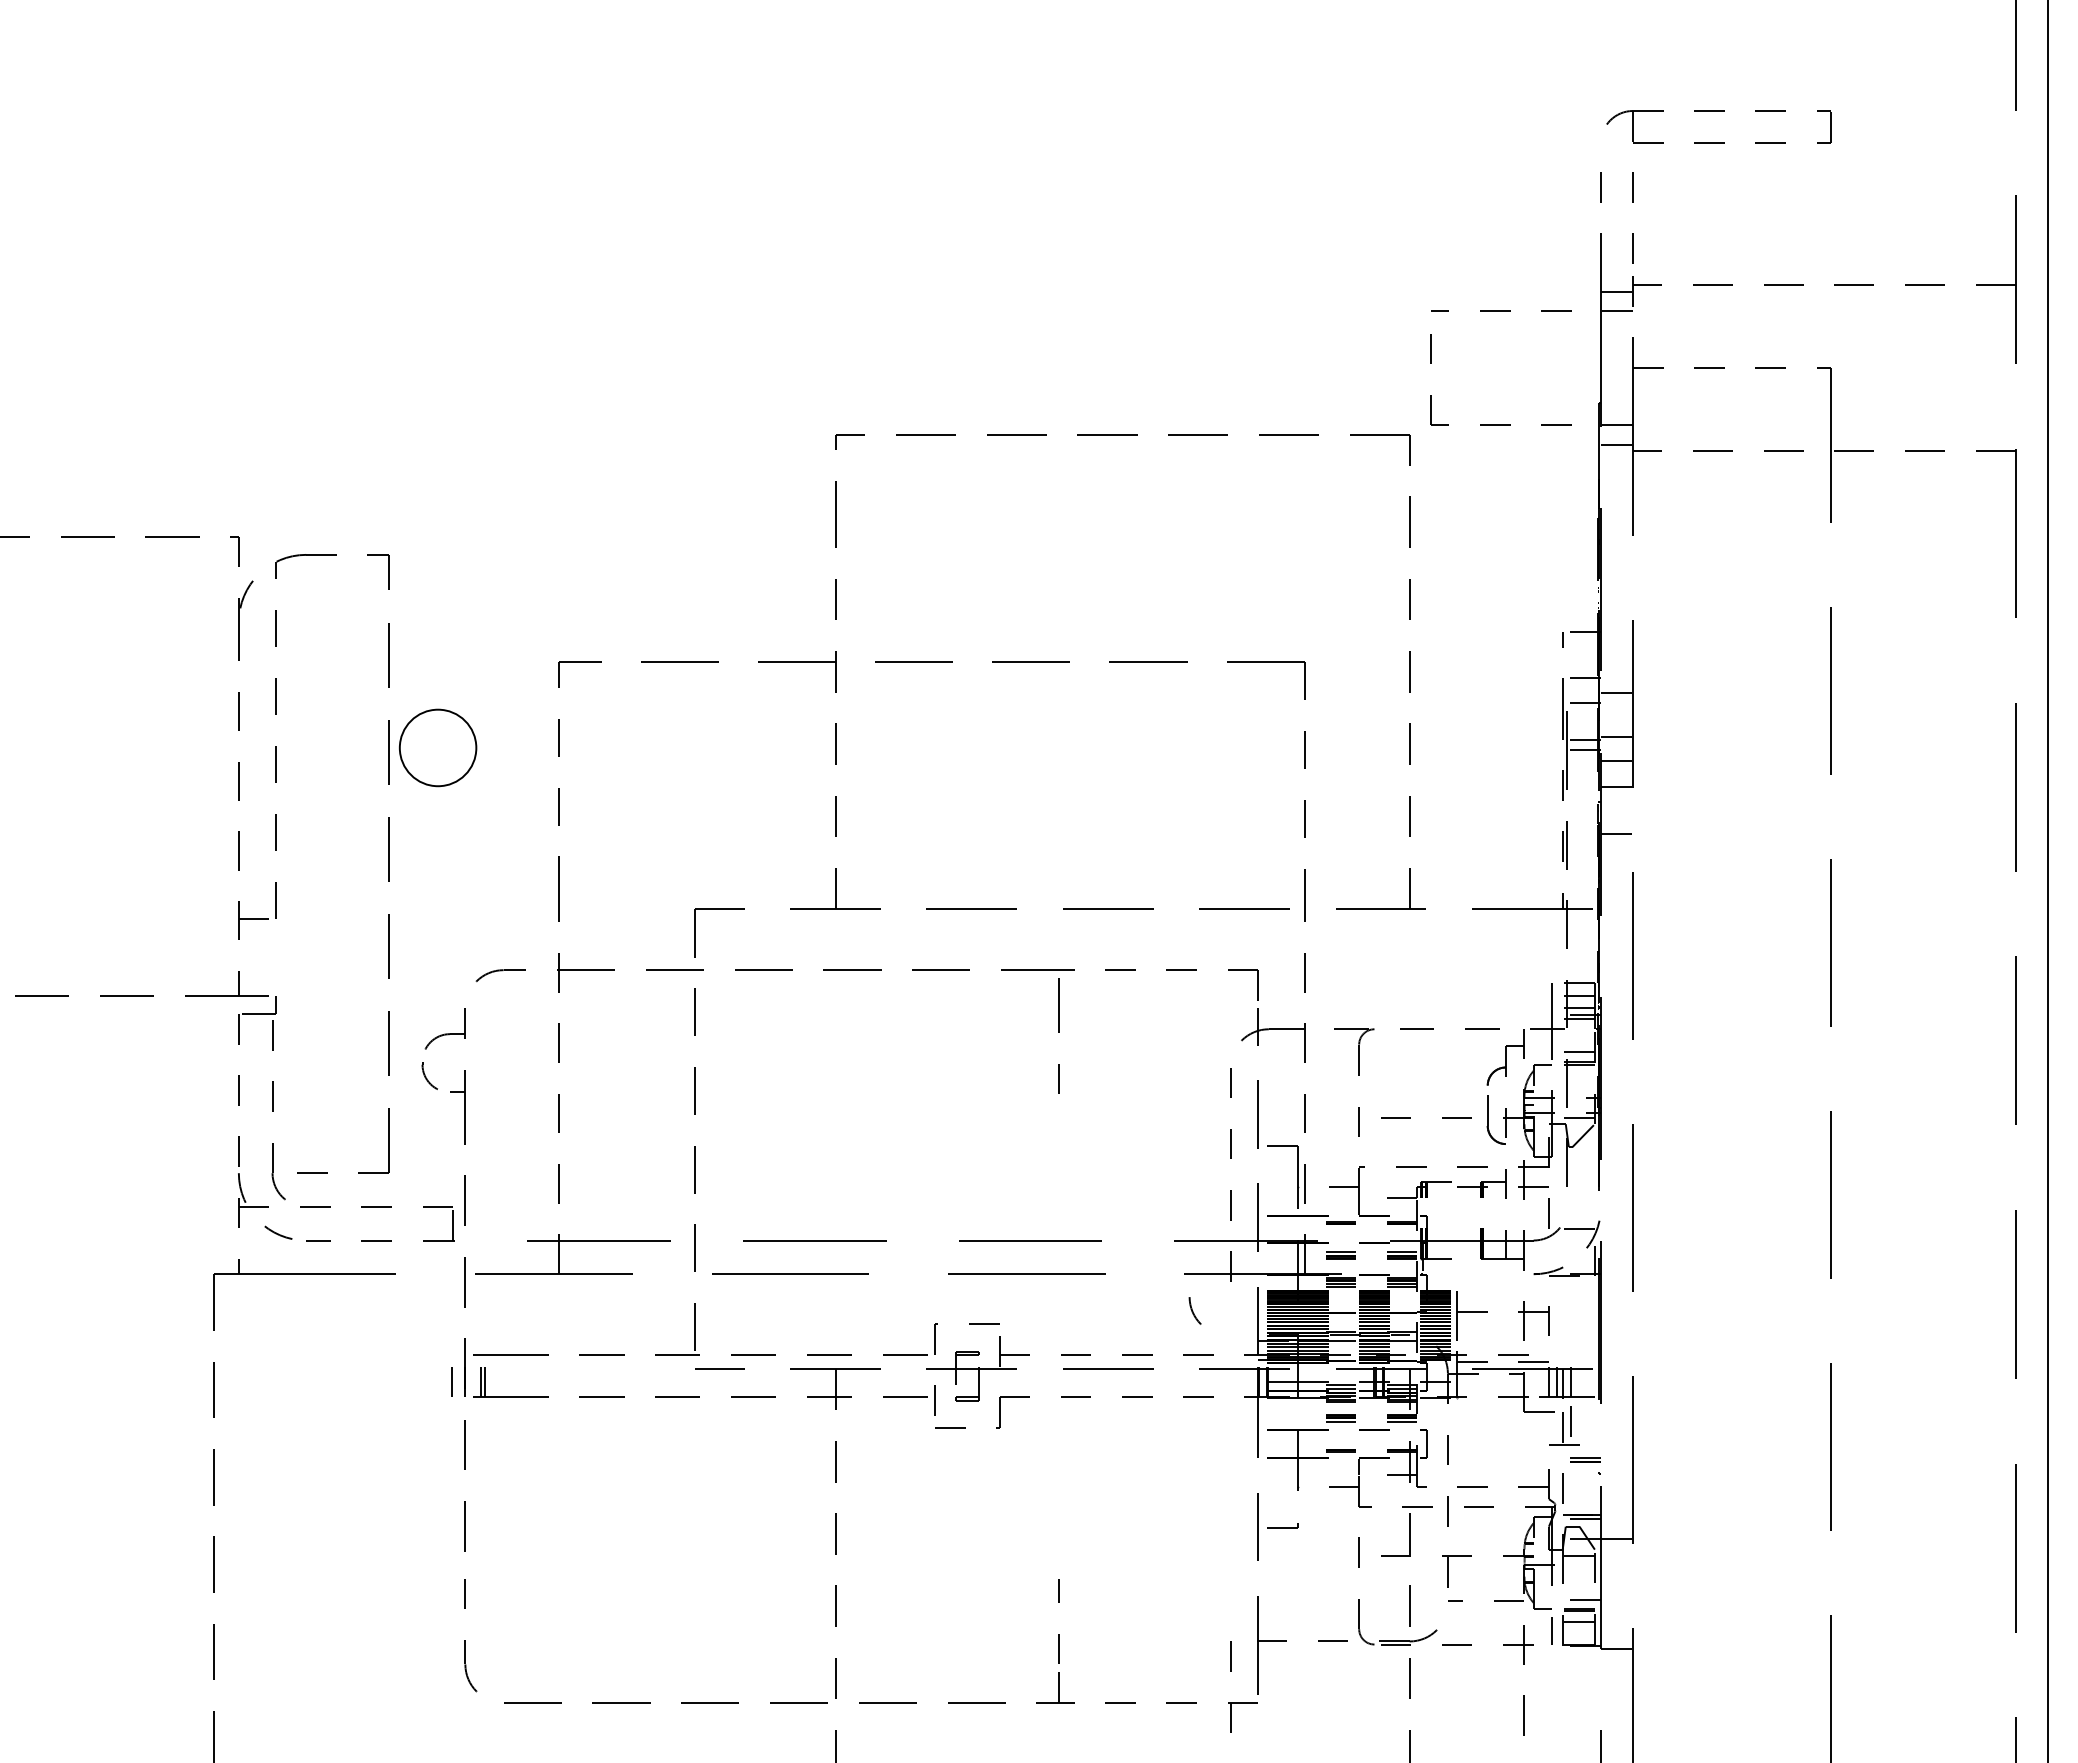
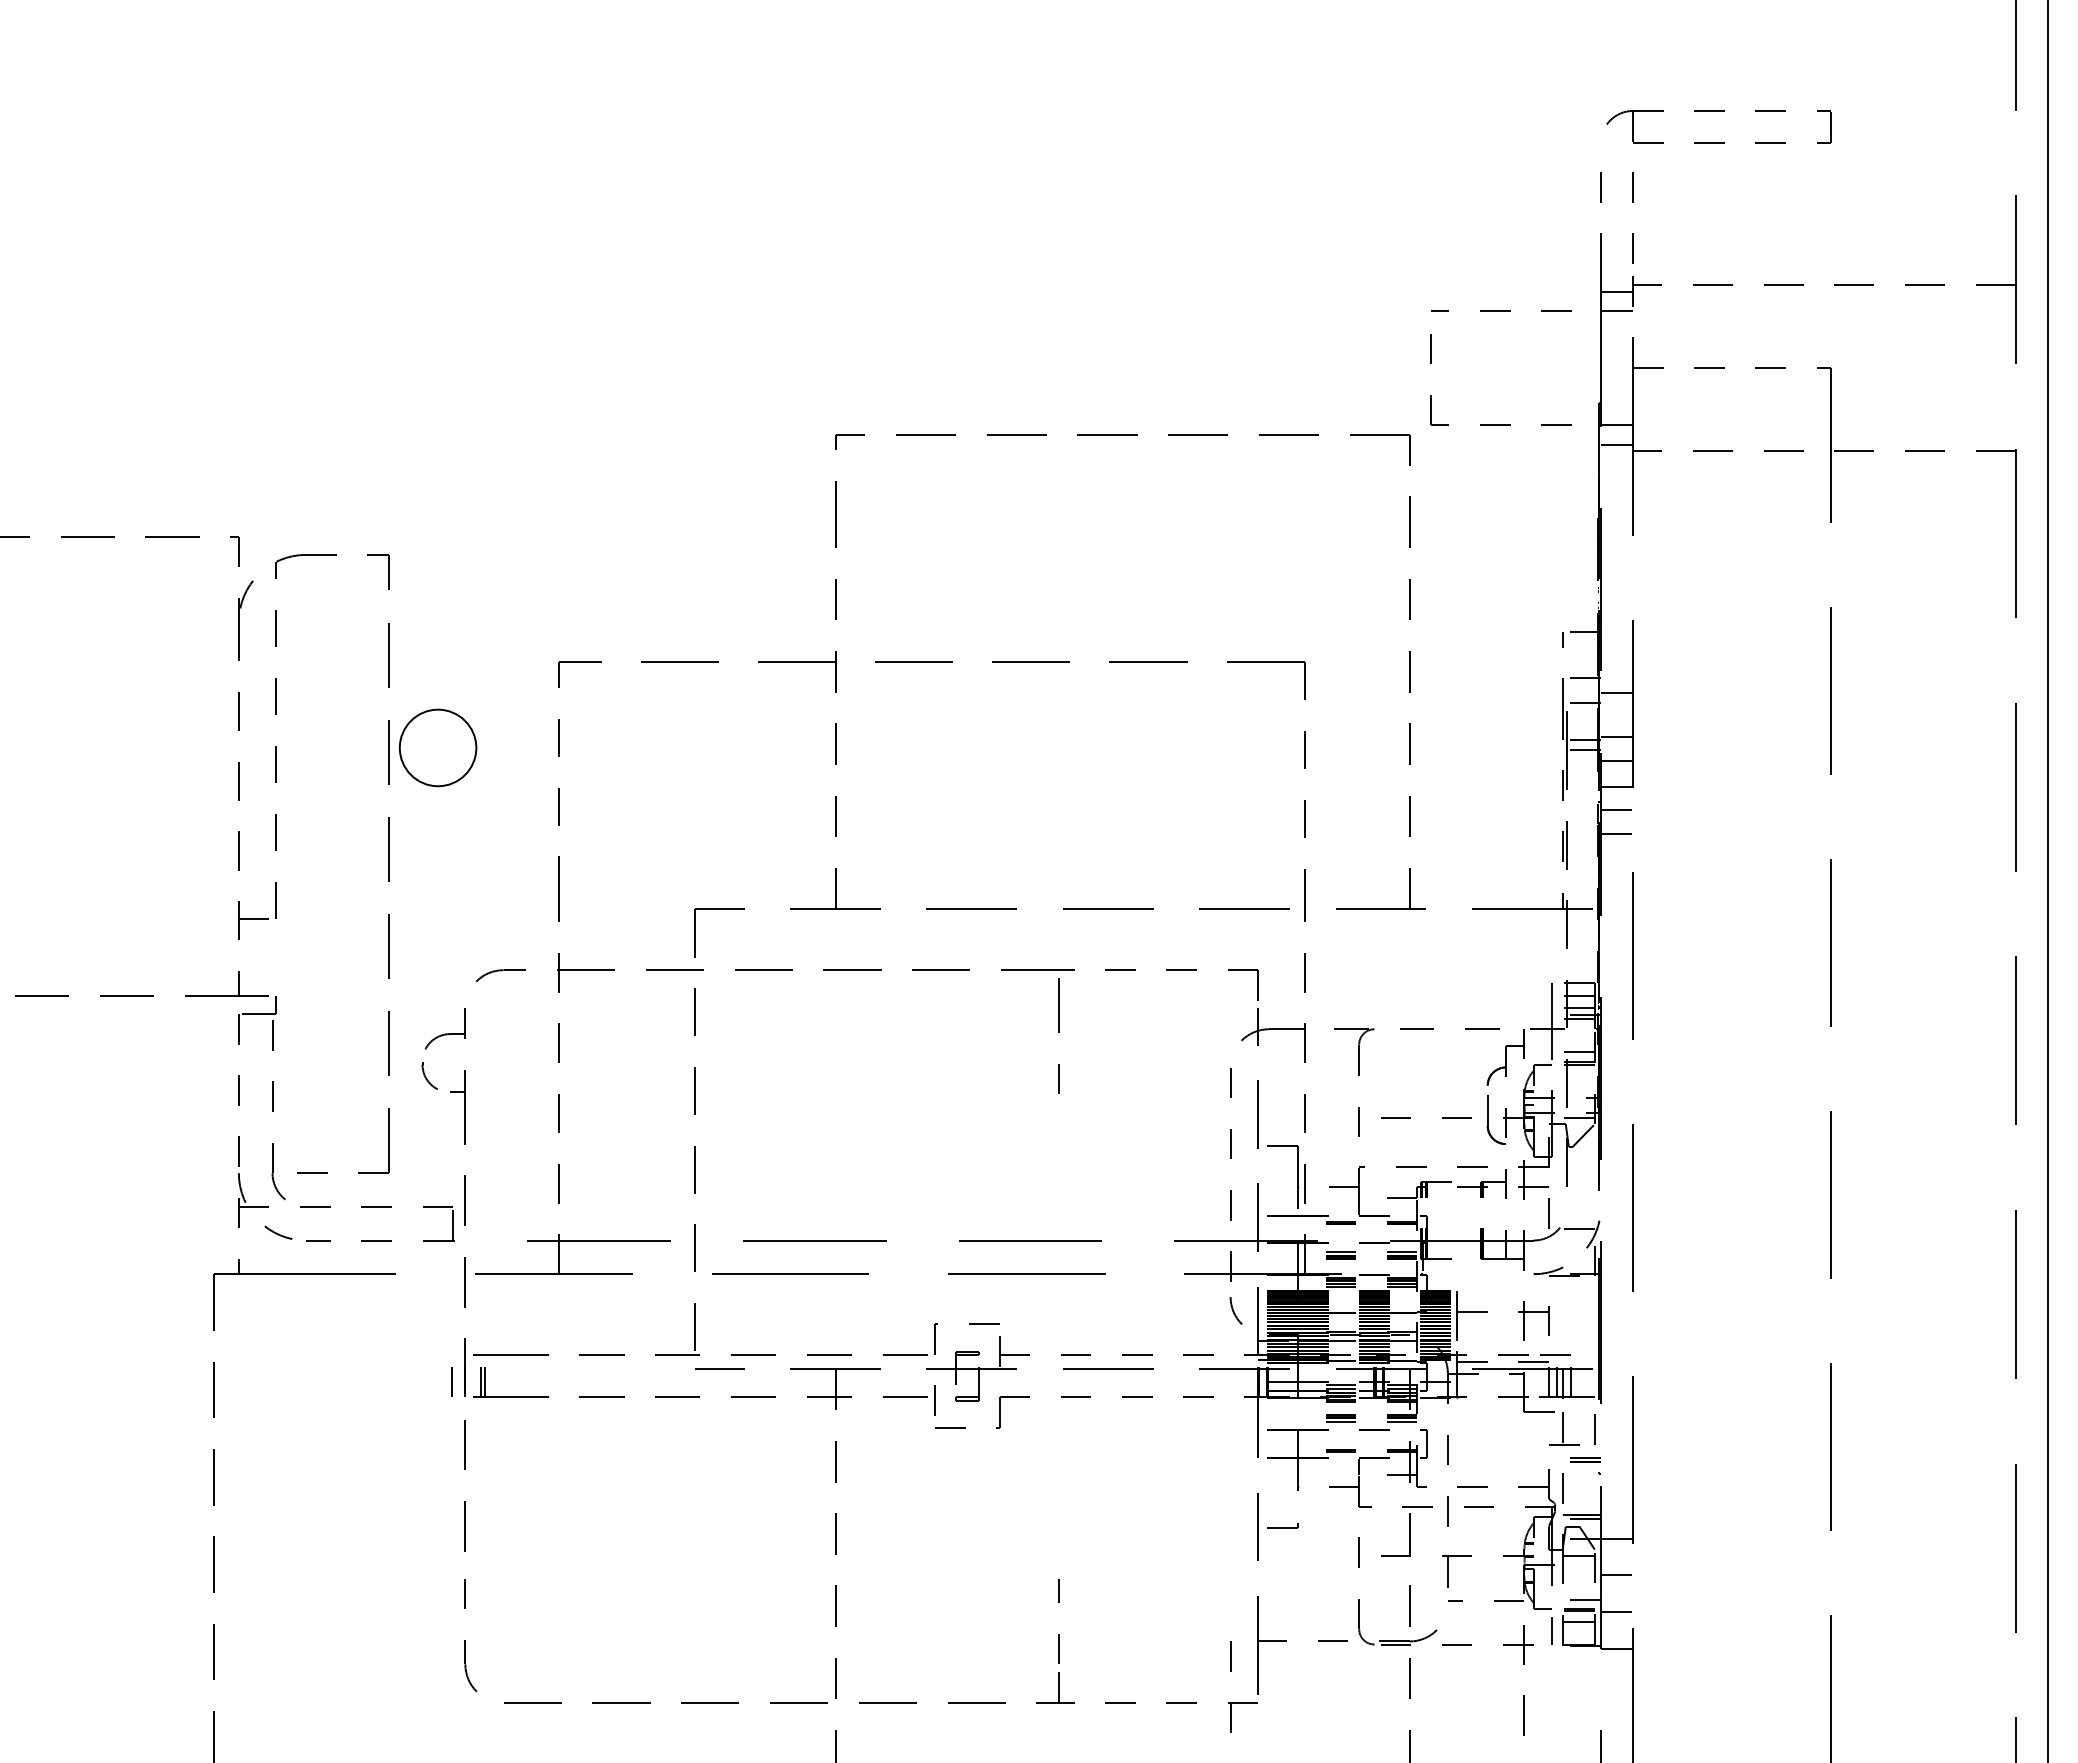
line at (1616, 810): none -> present
arc at (1193, 1311) position: (1193, 1311) -> (1234, 1311)
line at (1554, 1354): none -> present
line at (1570, 1421) position: (1570, 1421) -> (1594, 1429)
line at (1616, 1575): none -> present
line at (1616, 1612): none -> present
